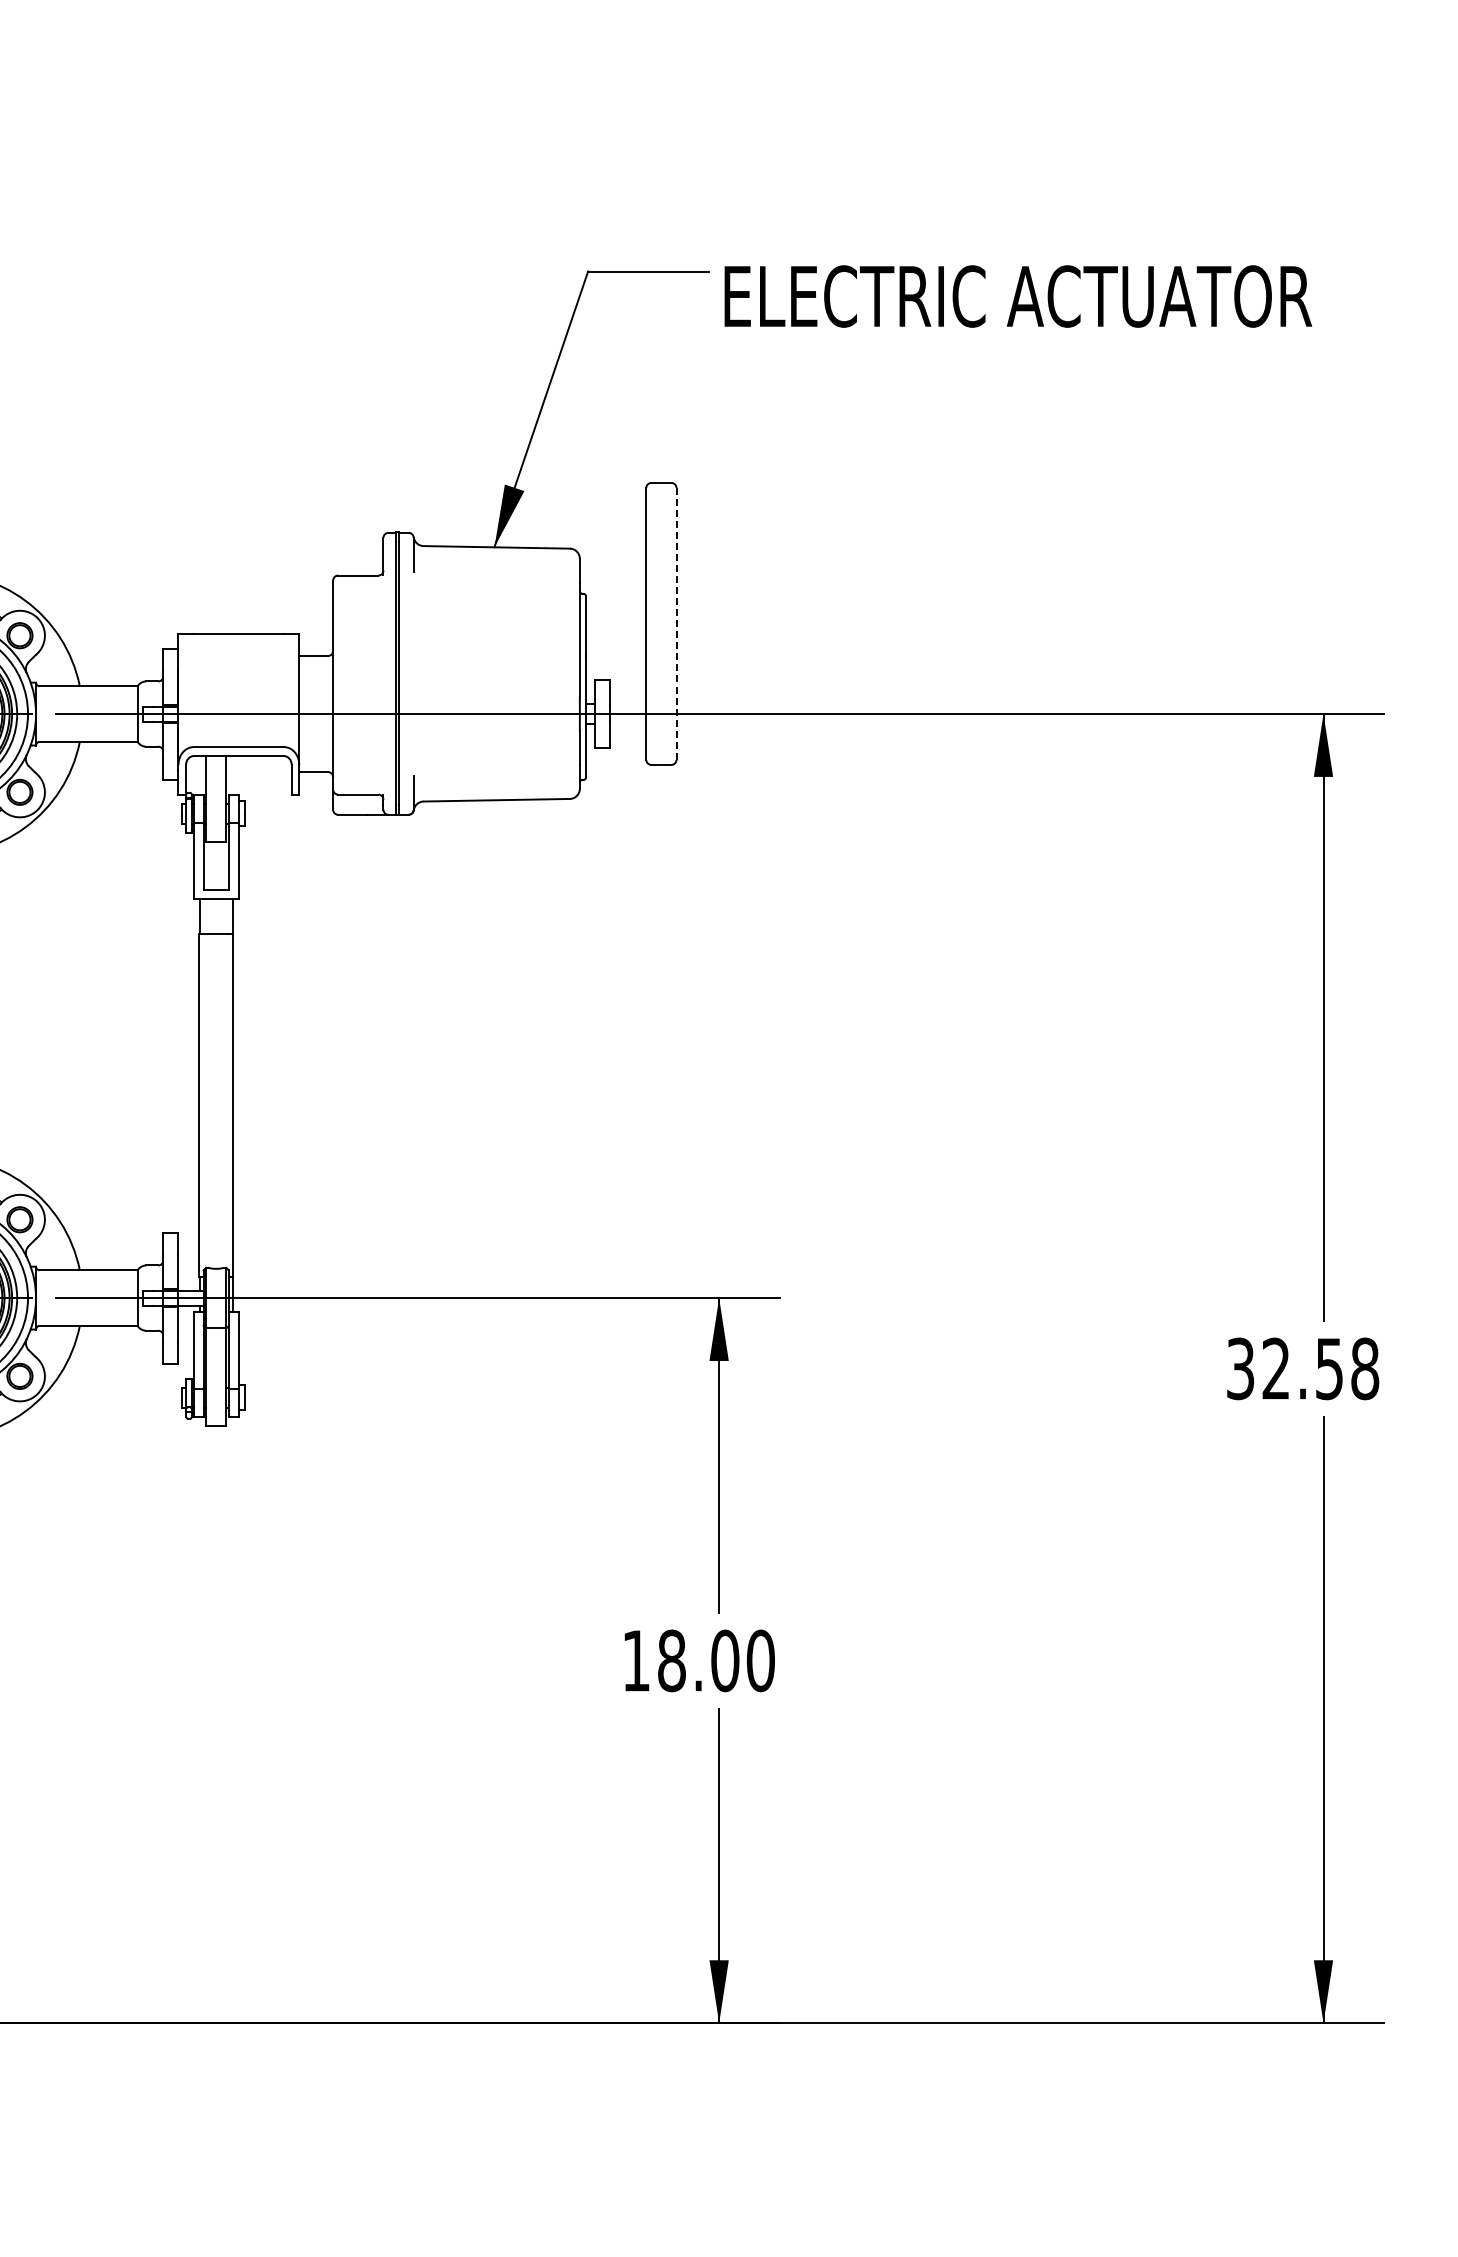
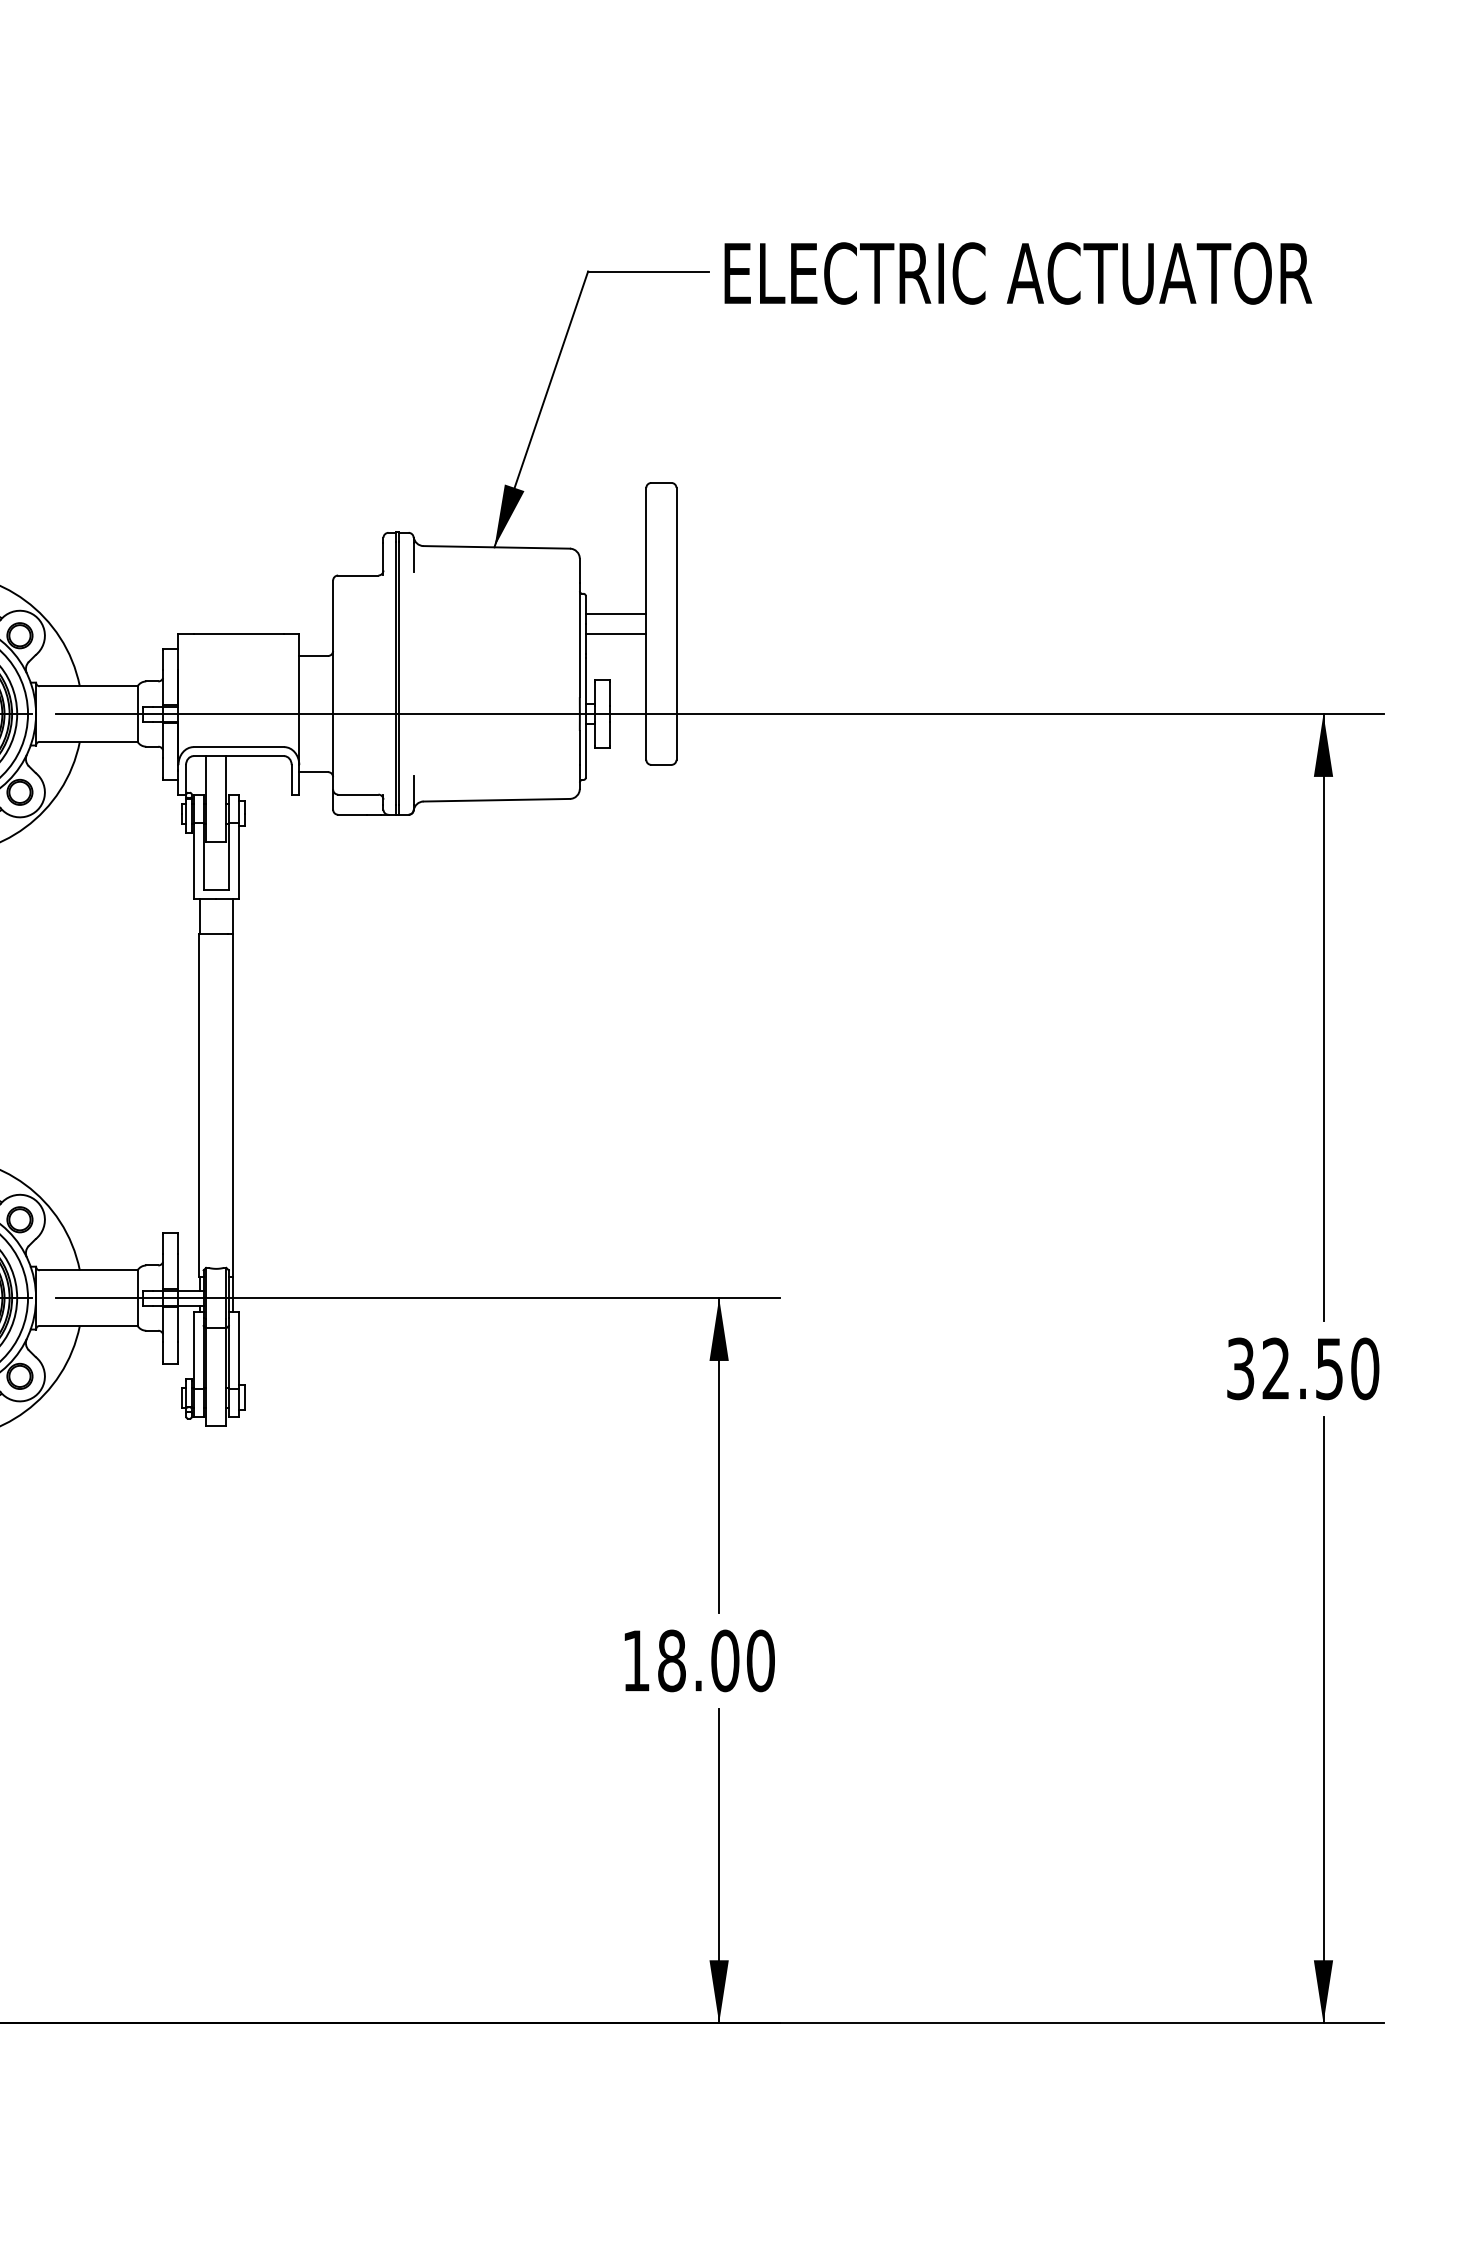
text at (1018, 296) position: (1018, 296) -> (1018, 273)
line at (615, 613): none -> present
line at (676, 623): dashed -> solid
line at (615, 634): none -> present
text at (1365, 1368): 32.58 -> 32.50
